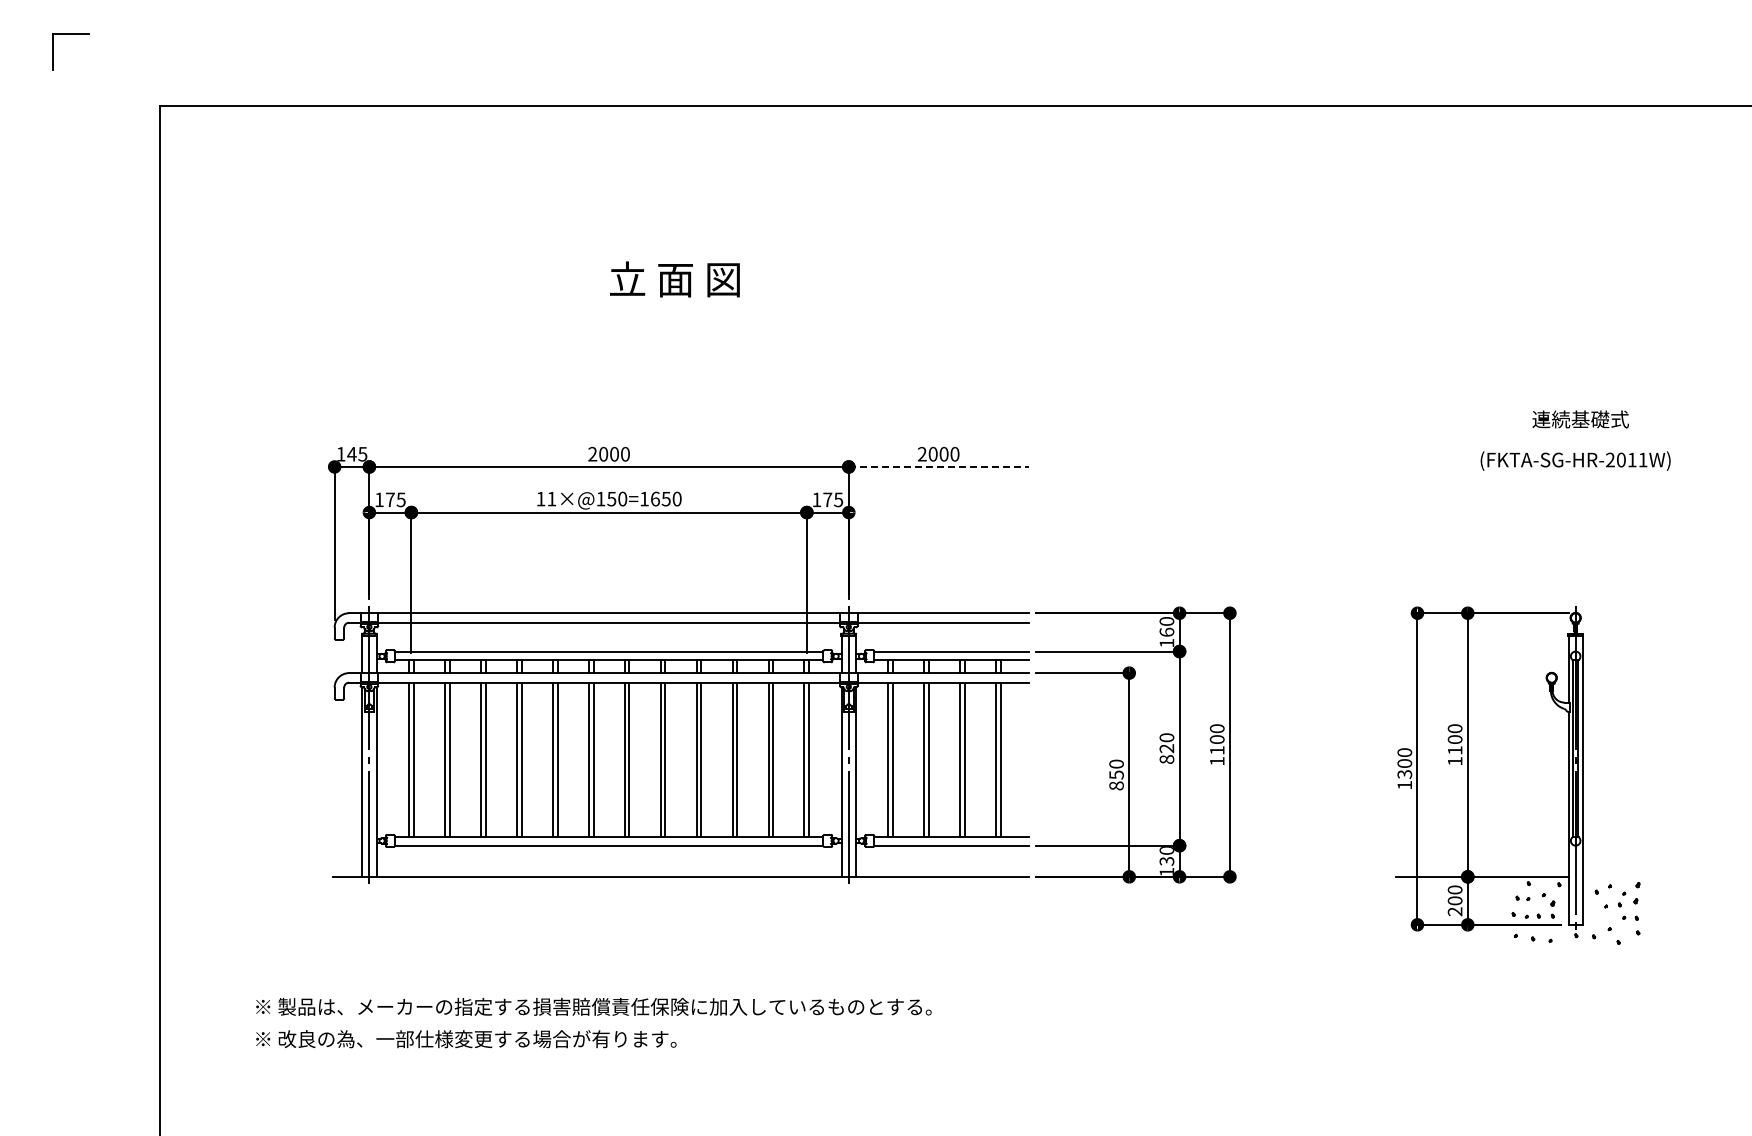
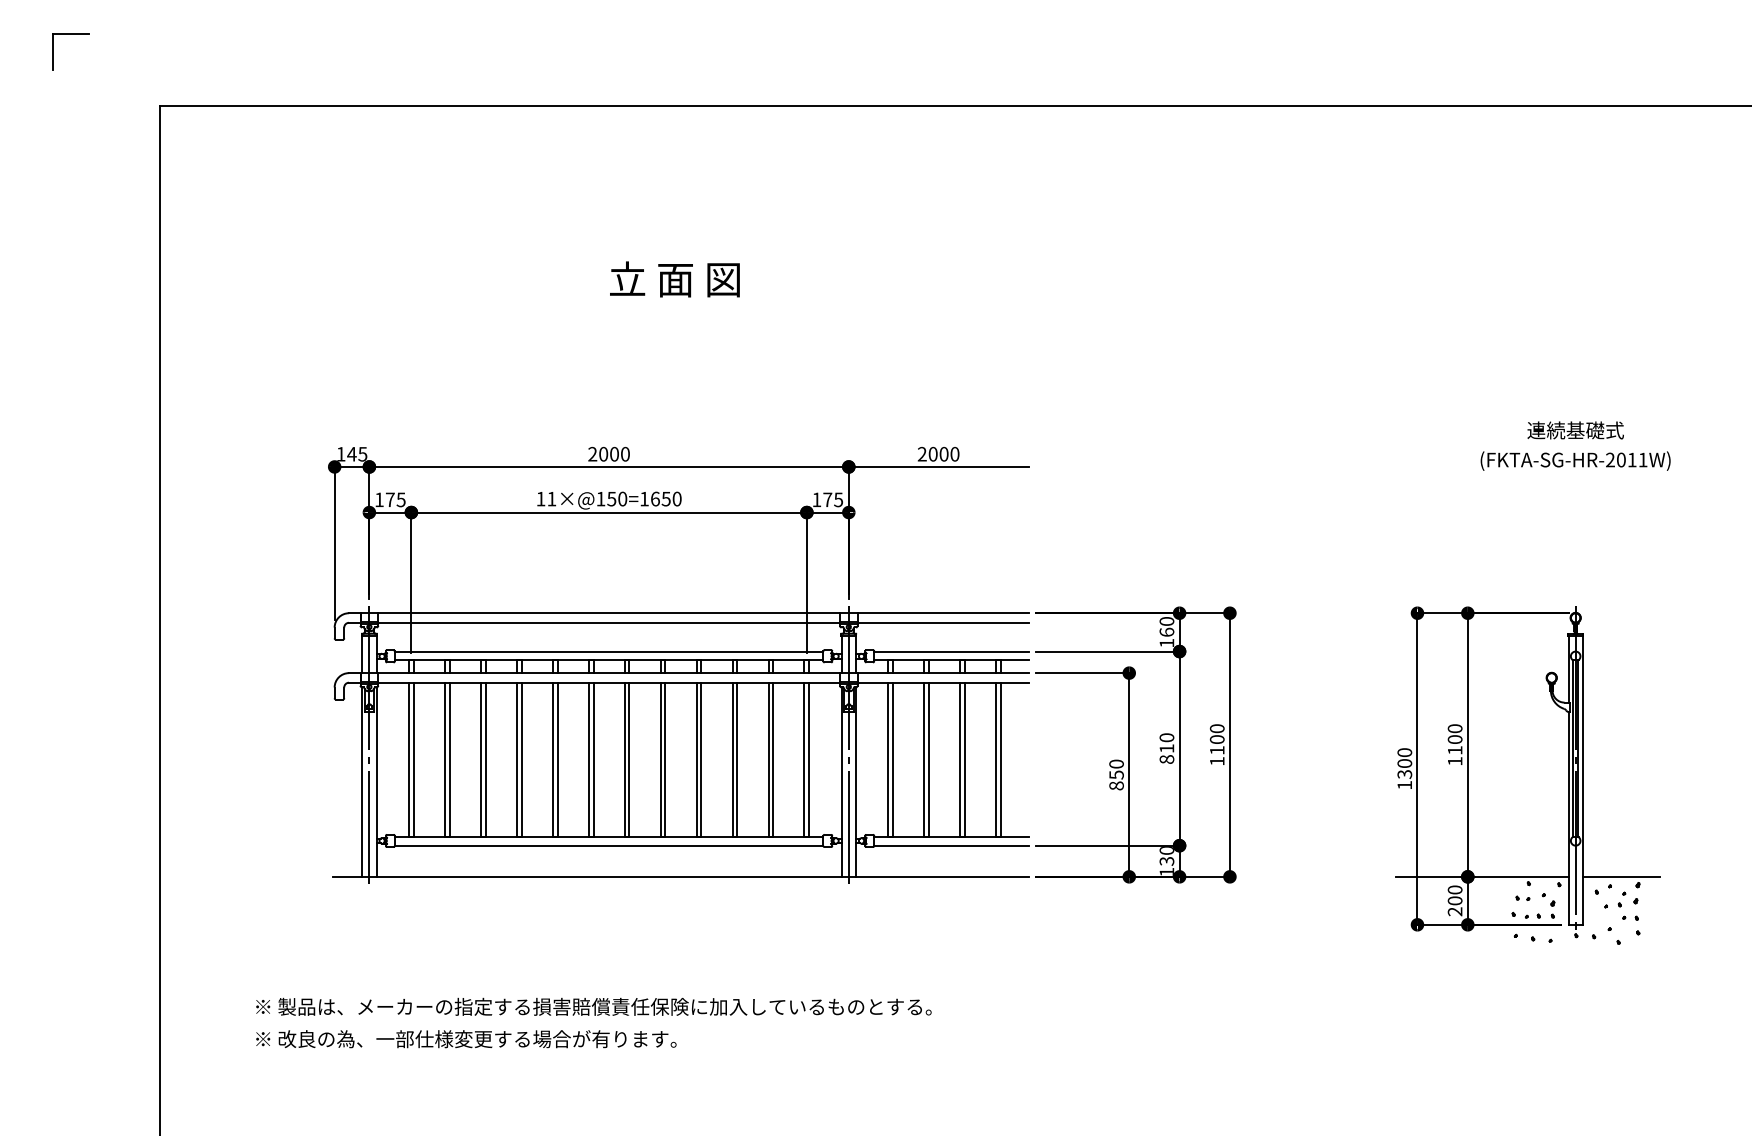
text at (1580, 419) position: (1580, 419) -> (1575, 430)
line at (938, 466): dashed -> solid
text at (1166, 748): 820 -> 810
line at (1620, 876): none -> present
